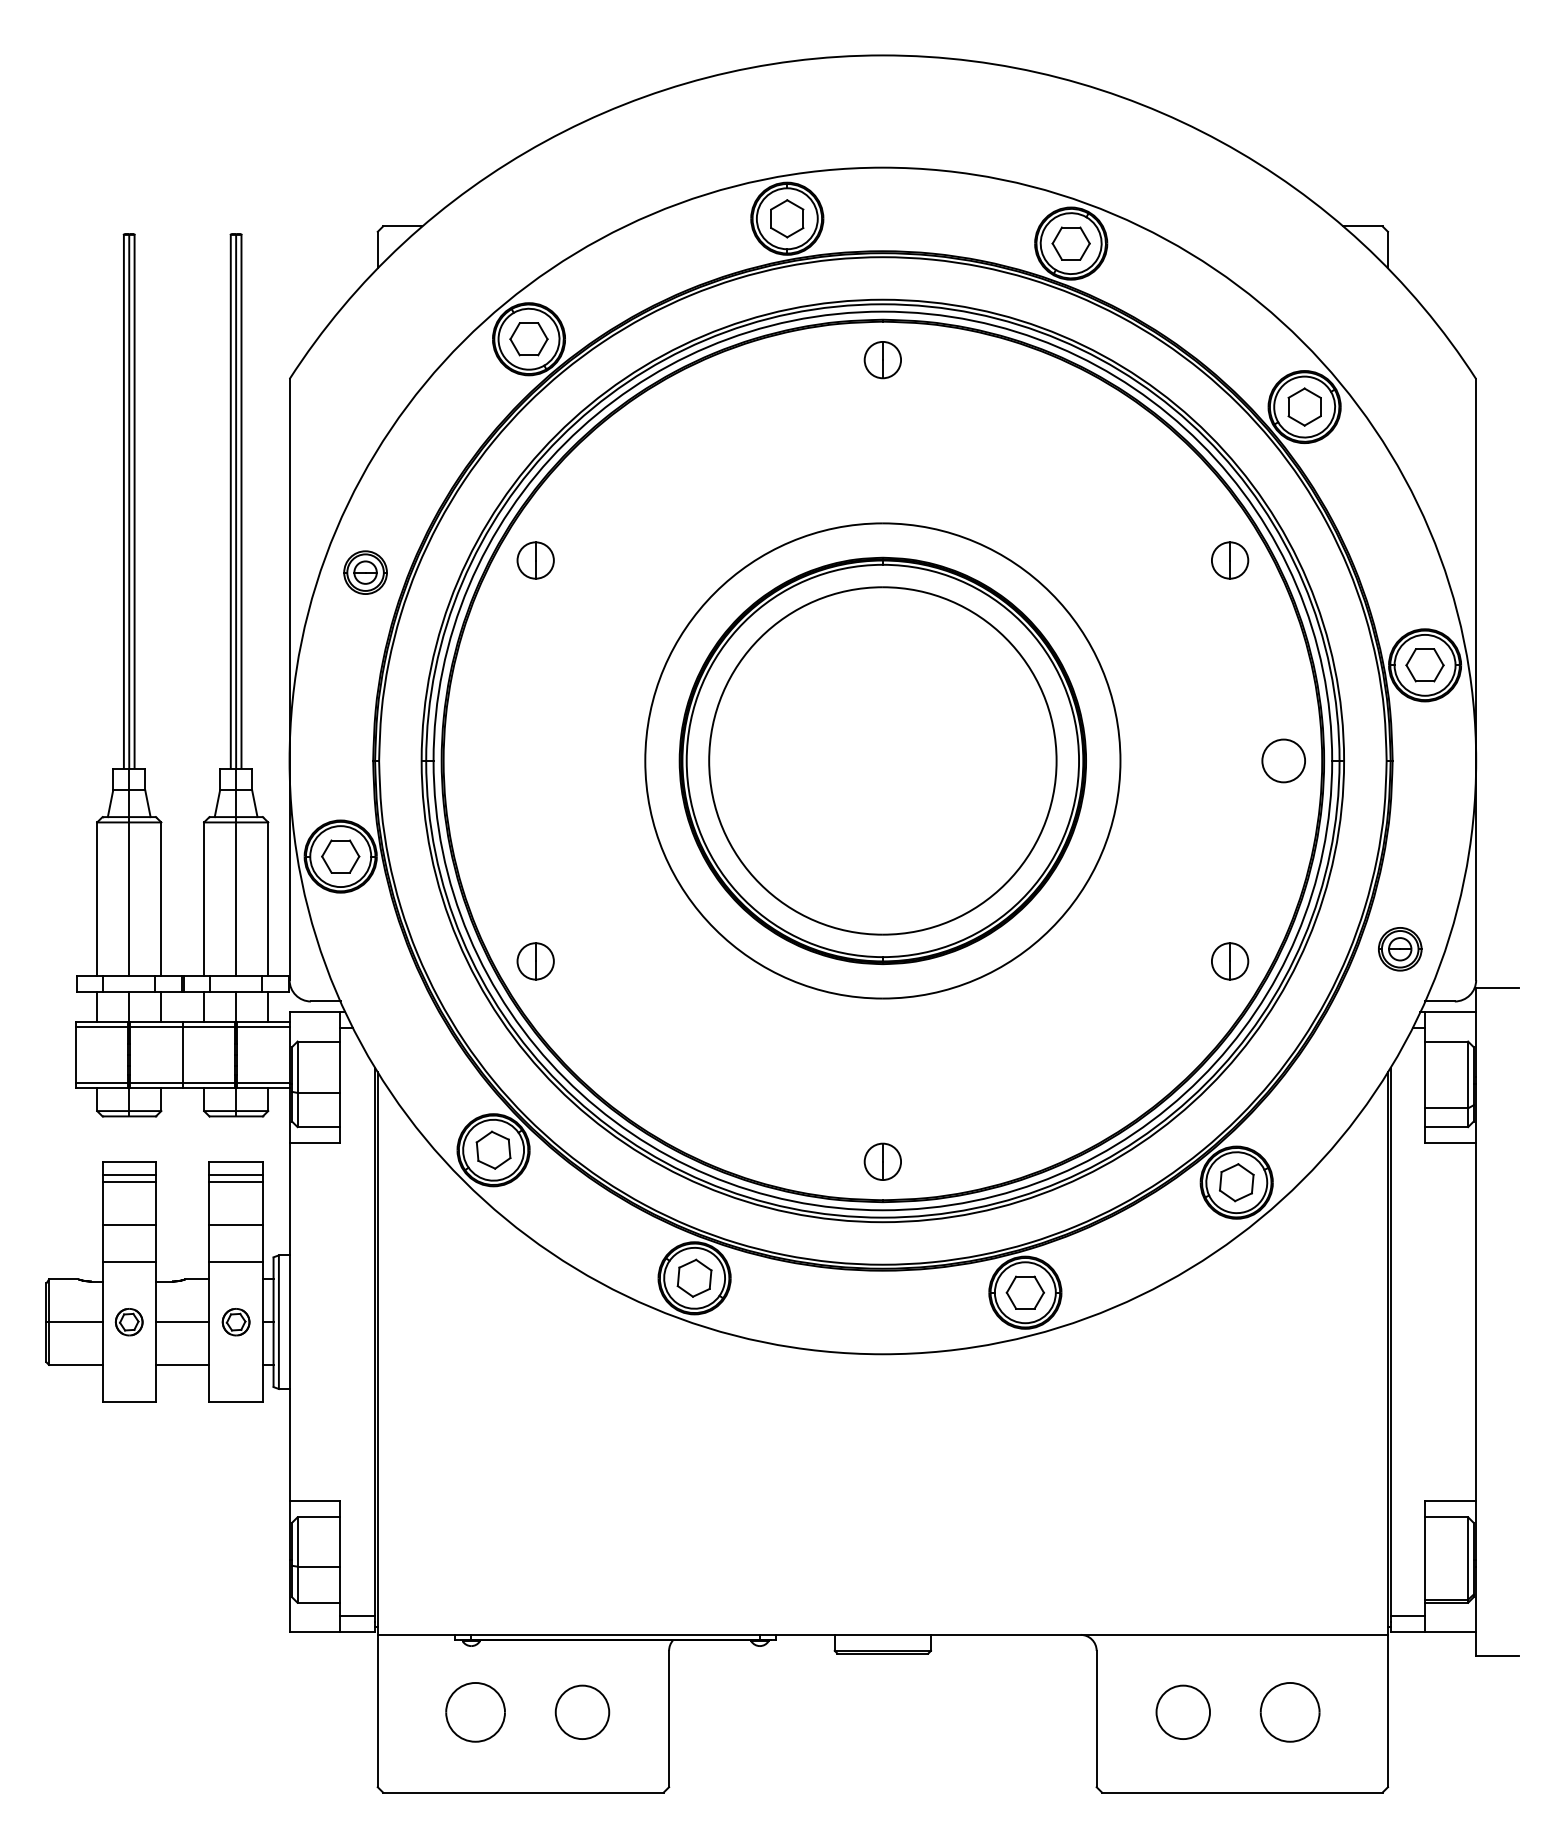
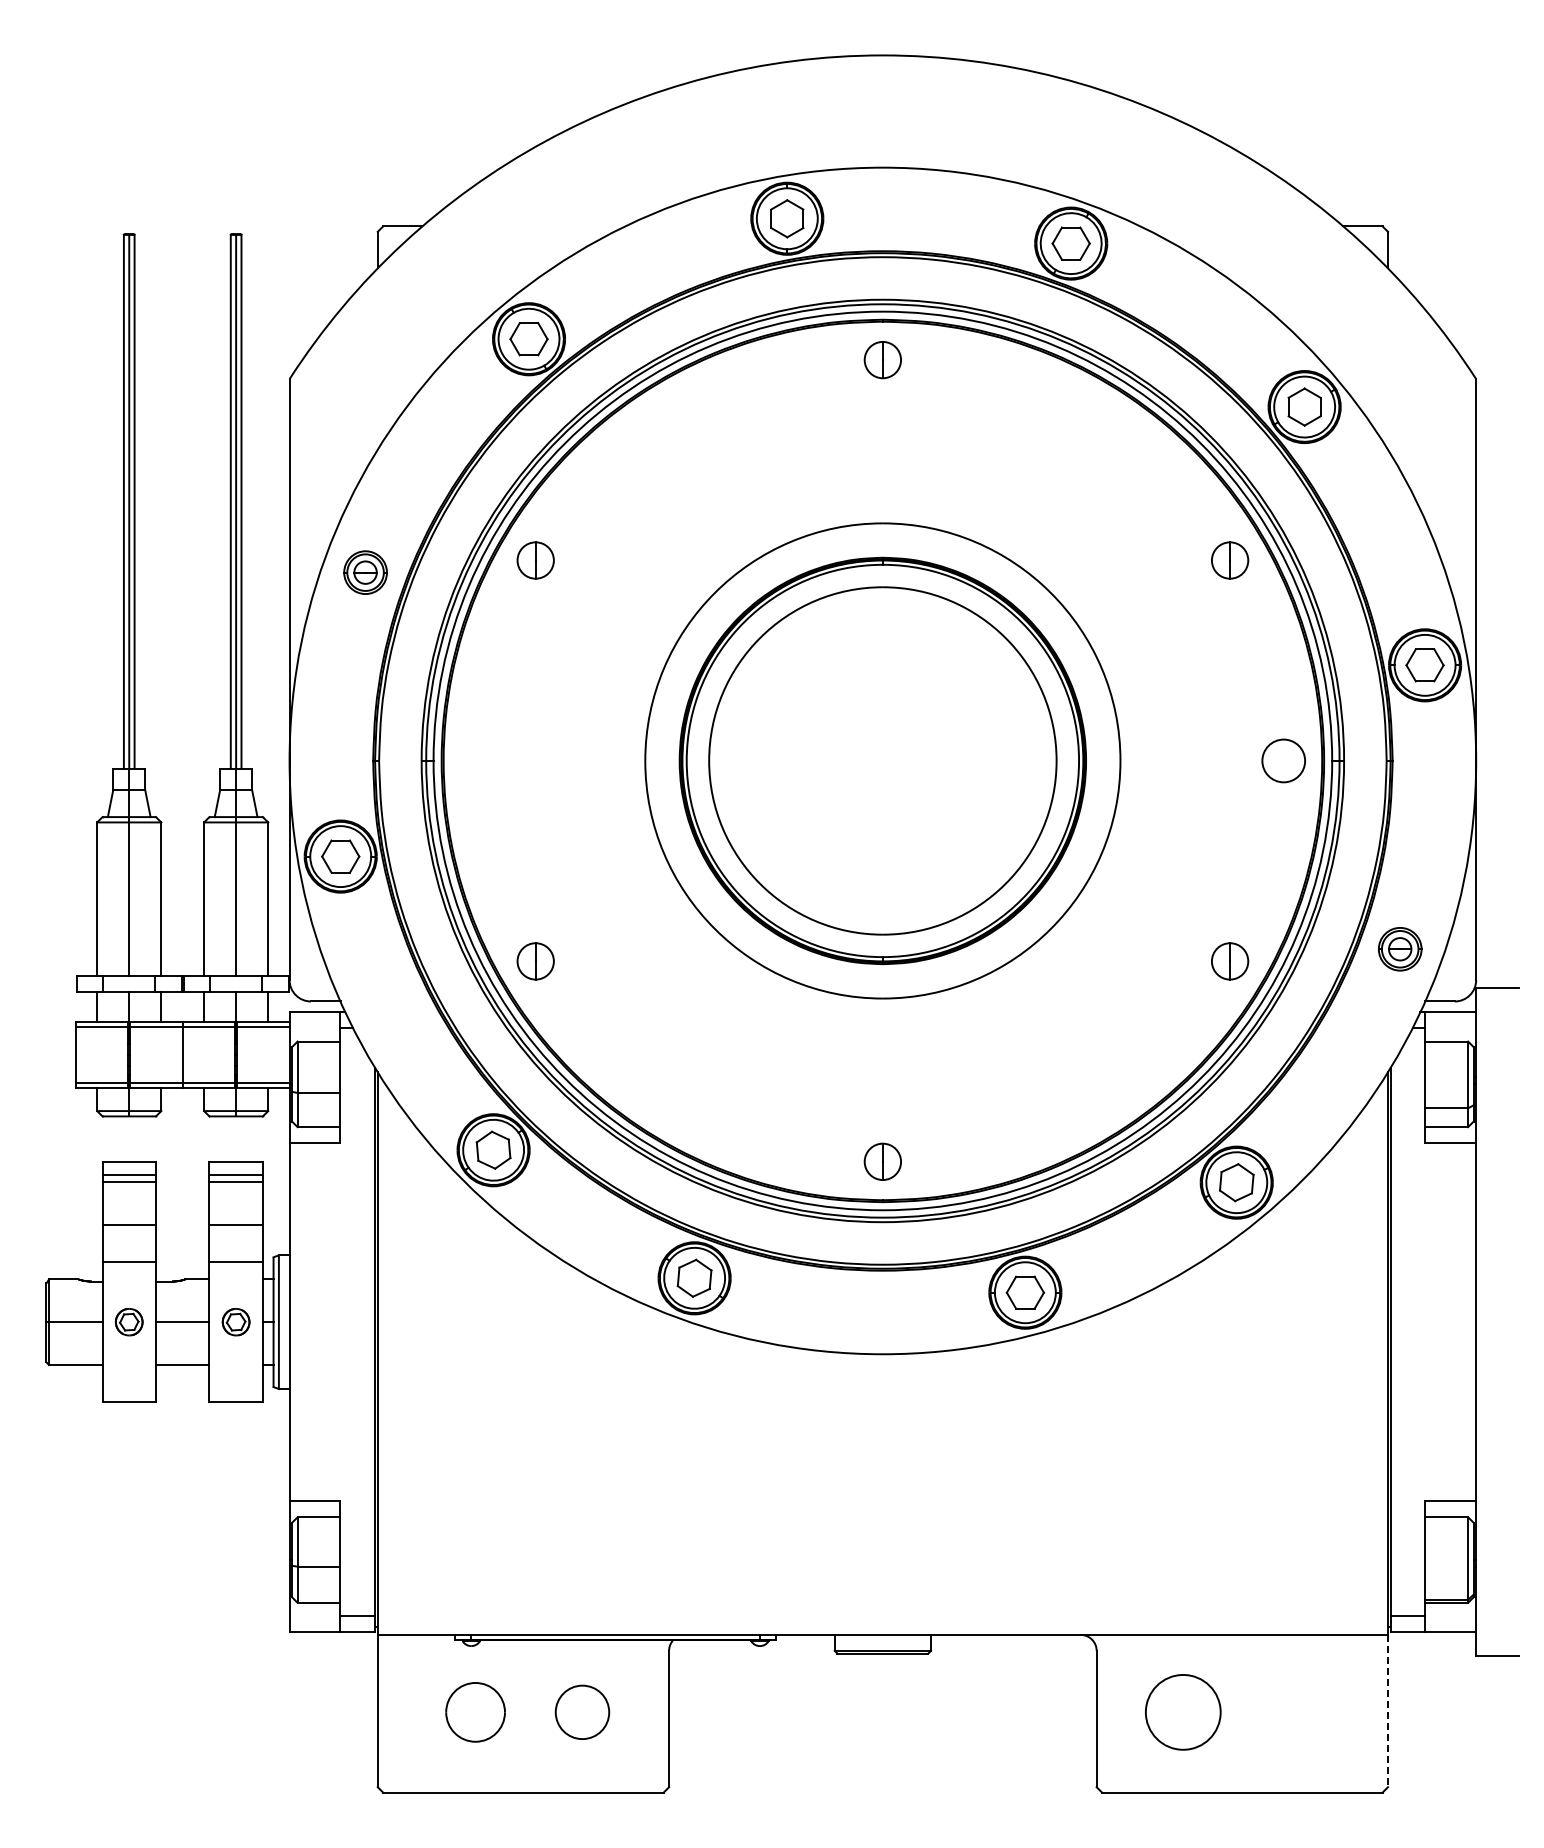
line at (1387, 1711): solid -> dashed
circle at (1183, 1712) diameter: 53 px -> 75 px
part at (1289, 1712): present -> none
